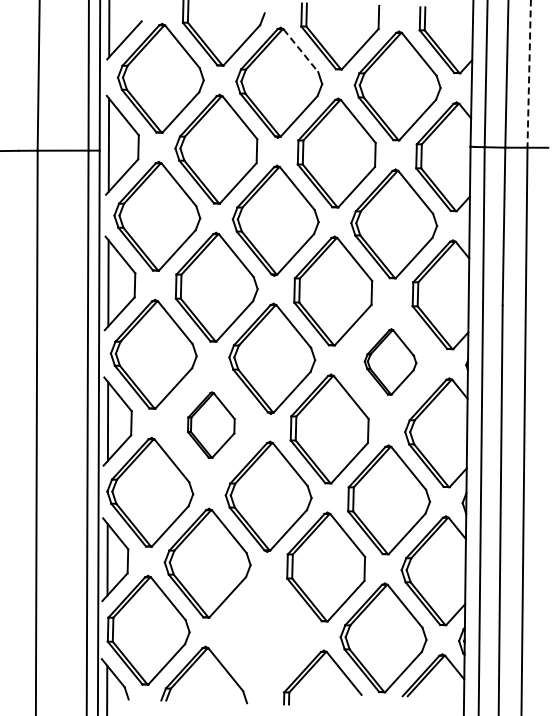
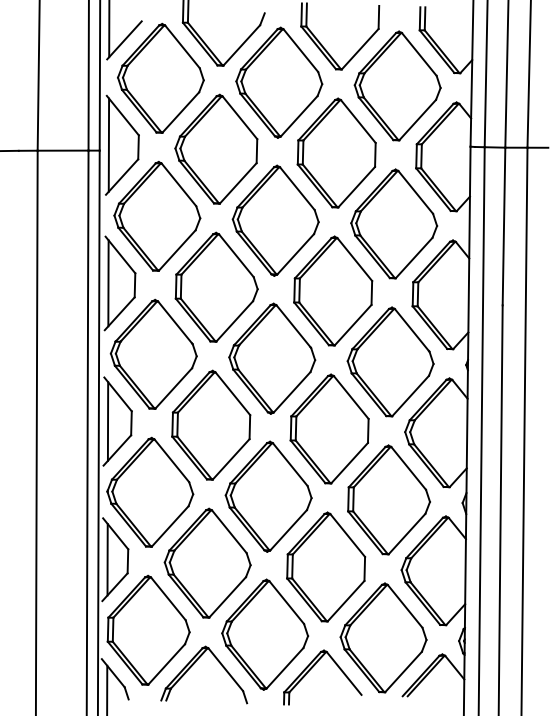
line at (301, 51): dashed -> solid
line at (529, 74): dashed -> solid
part at (390, 361) size: 55x68 px -> 89x112 px
part at (211, 424) size: 49x68 px -> 81x112 px
part at (265, 634): none -> present
